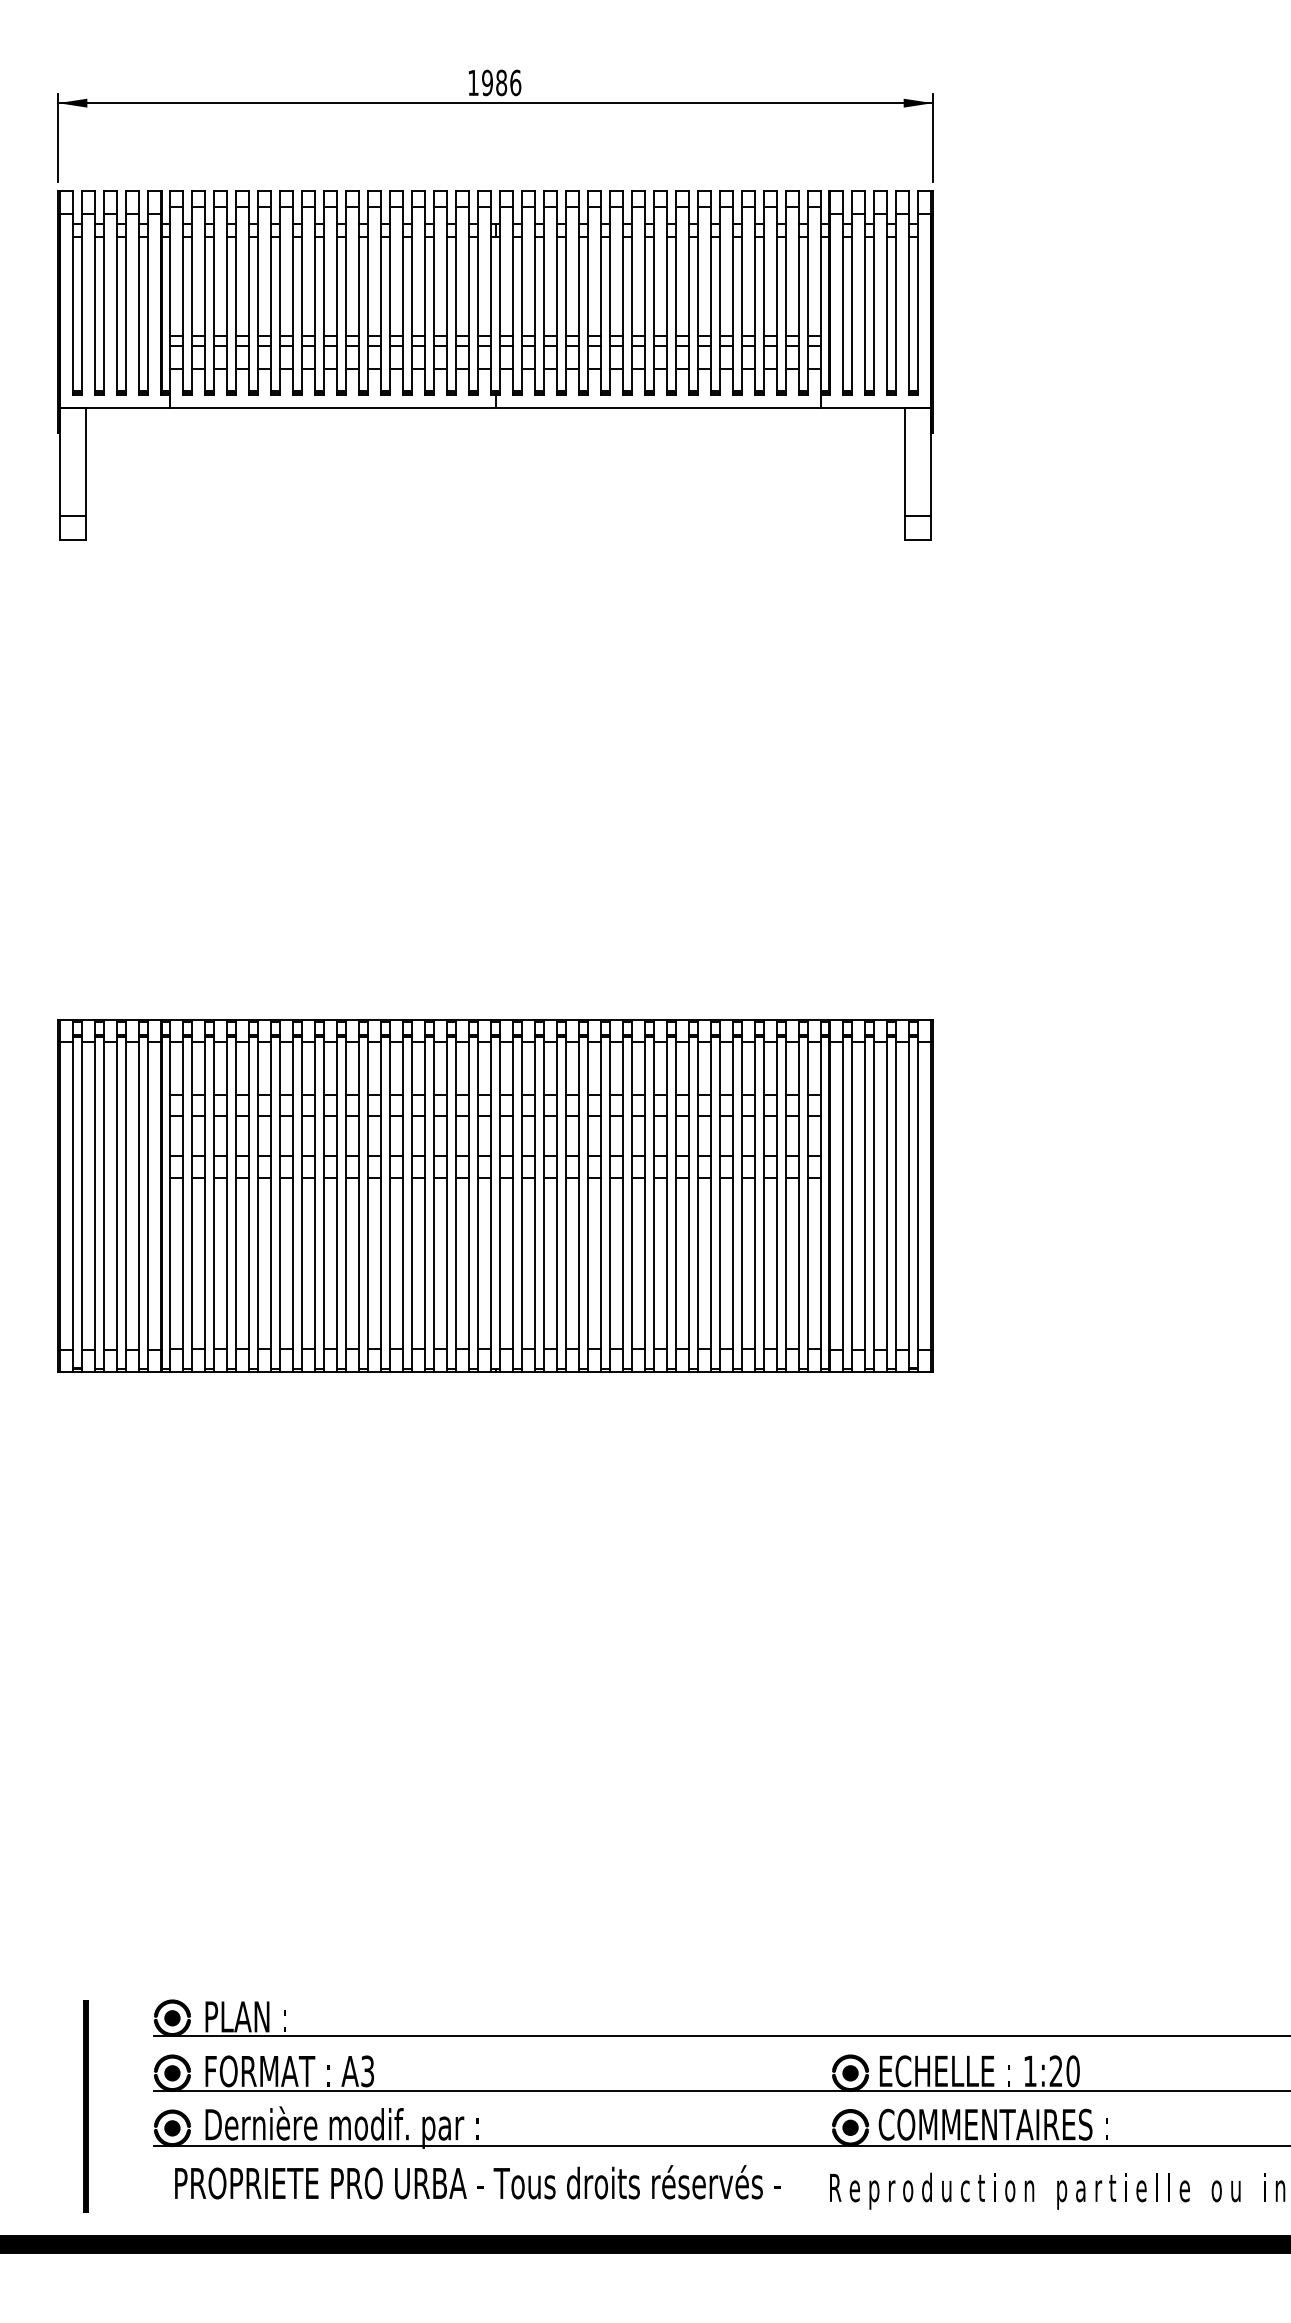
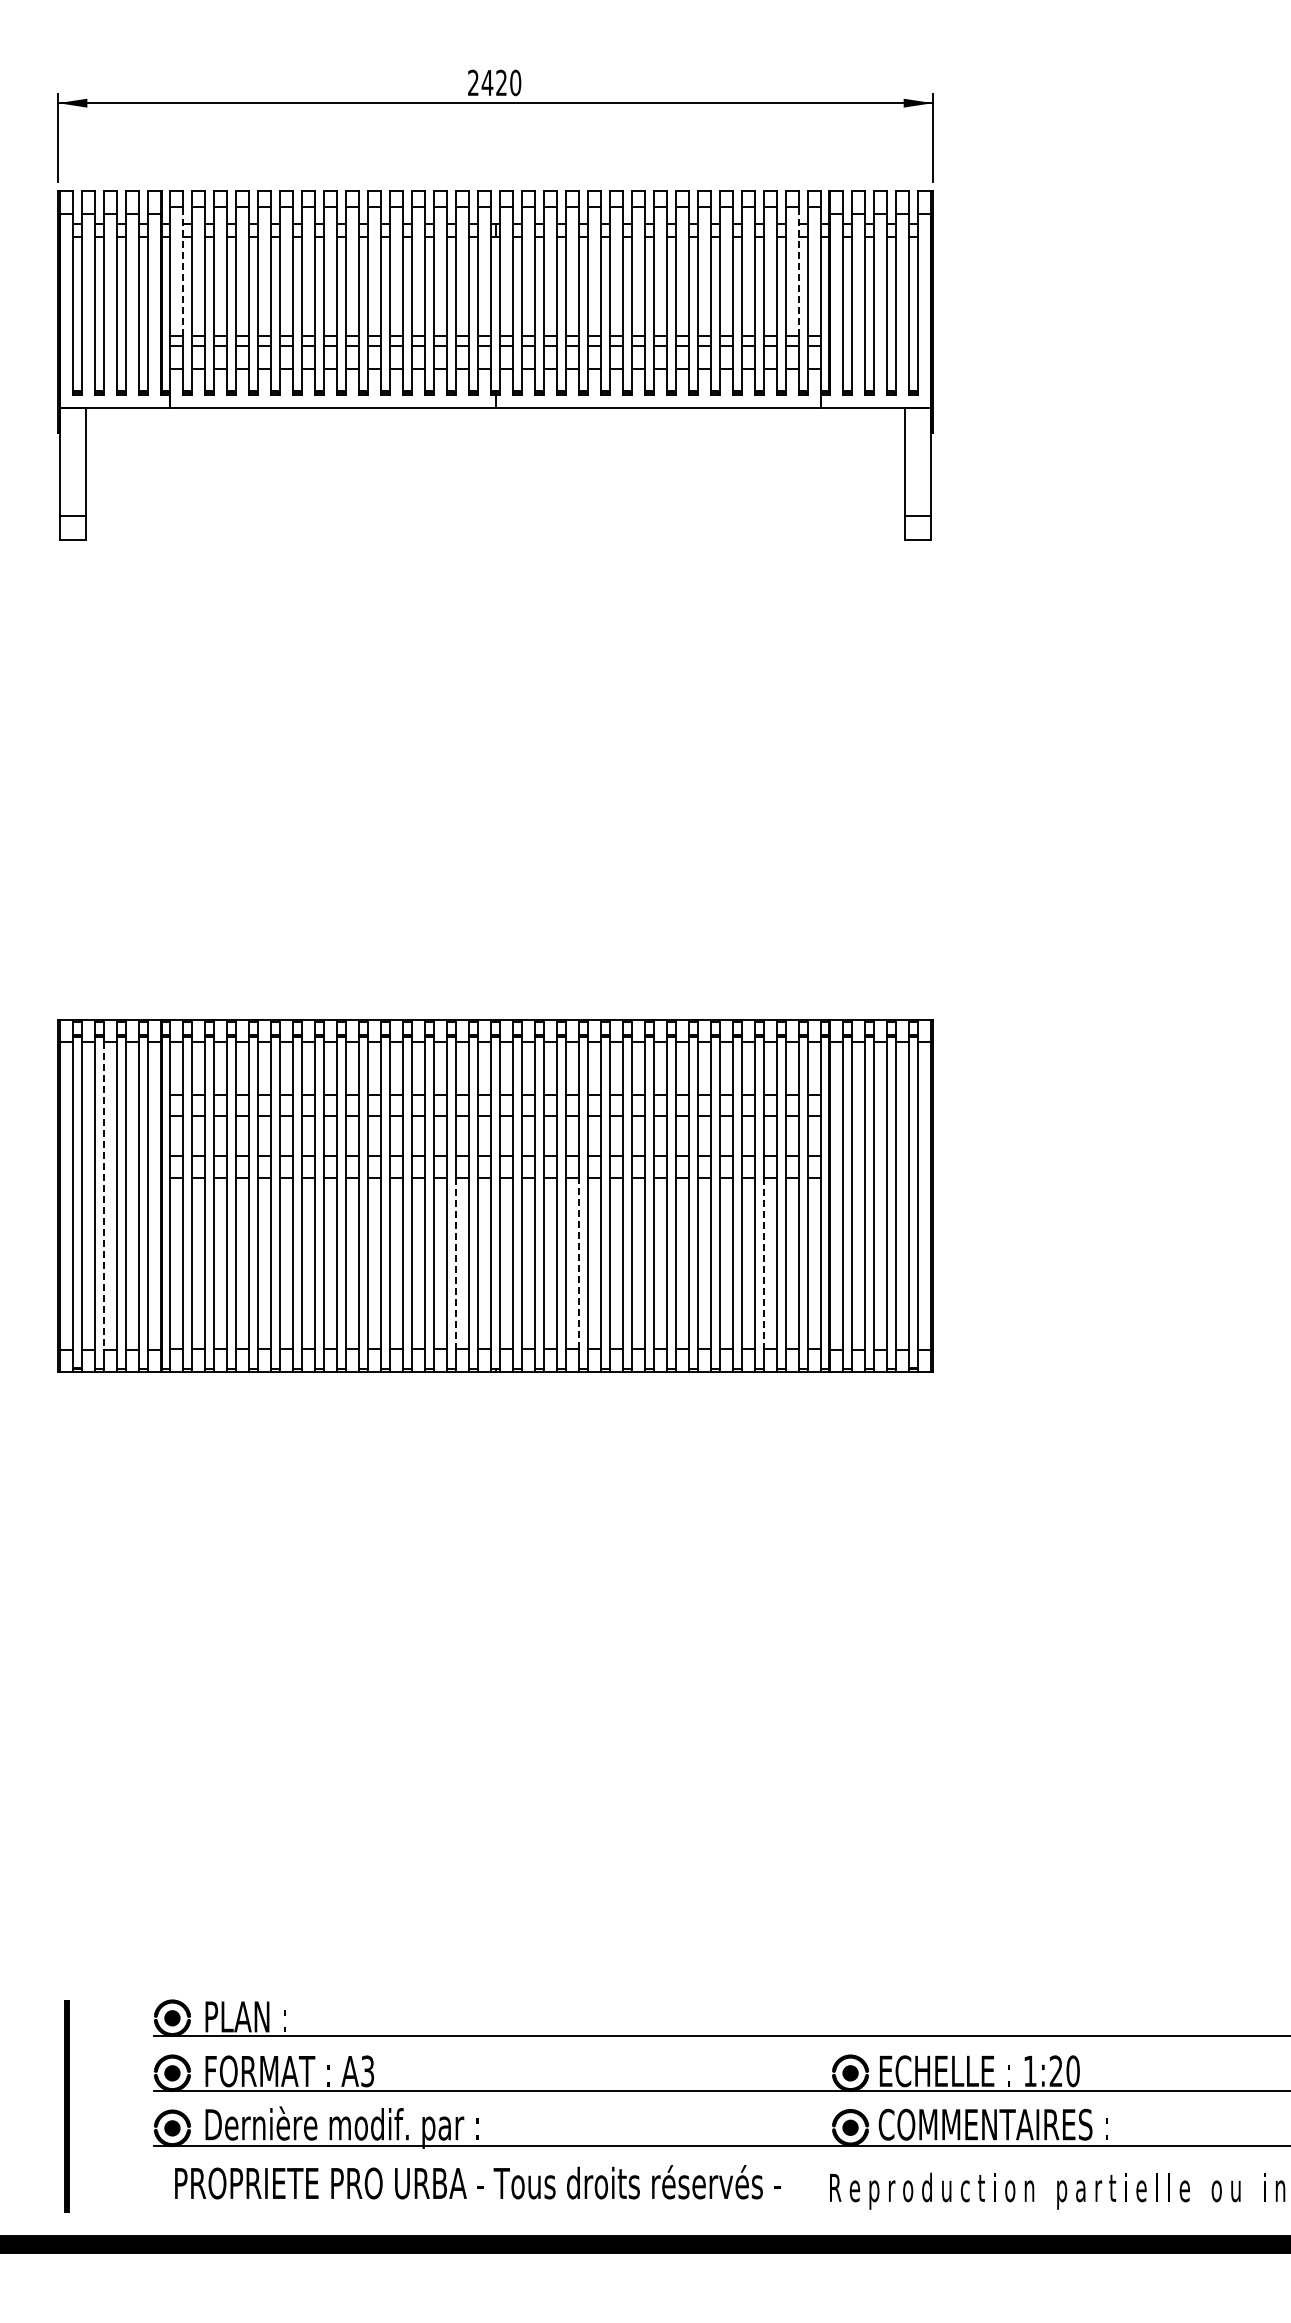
text at (494, 82): 1986 -> 2420
line at (182, 271): solid -> dashed
line at (799, 271): solid -> dashed
line at (103, 1195): solid -> dashed
line at (579, 1262): solid -> dashed
line at (455, 1263): solid -> dashed
line at (764, 1263): solid -> dashed
part at (85, 2106) position: (85, 2106) -> (66, 2106)
